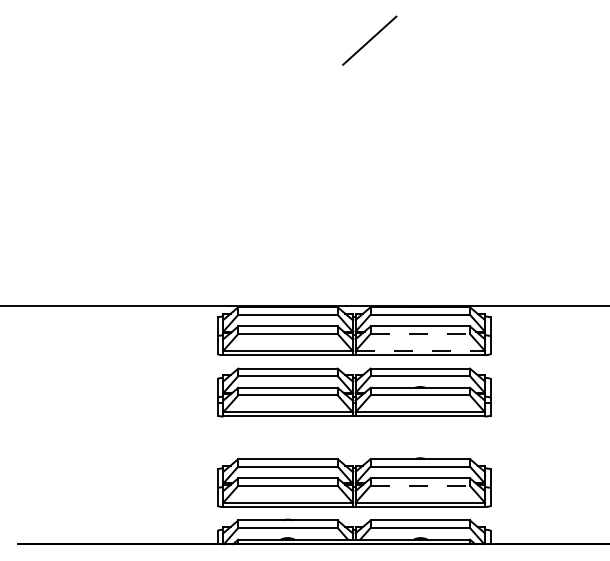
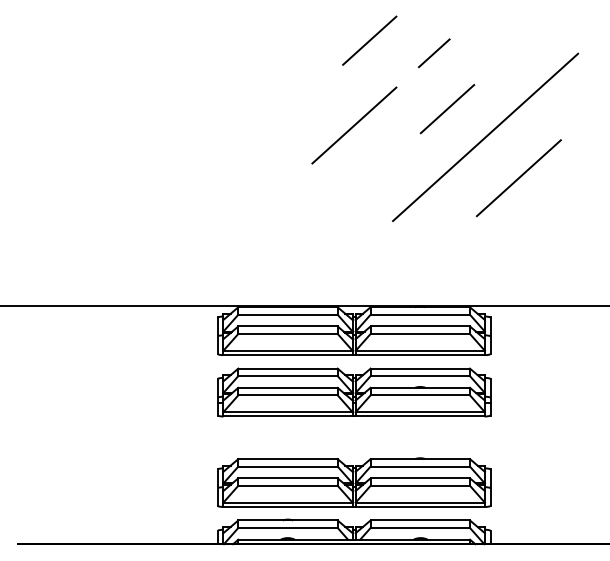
line at (434, 53): none -> present
line at (447, 109): none -> present
line at (354, 125): none -> present
line at (485, 137): none -> present
line at (518, 178): none -> present
line at (420, 333): dashed -> solid
line at (420, 350): dashed -> solid
line at (420, 485): dashed -> solid
